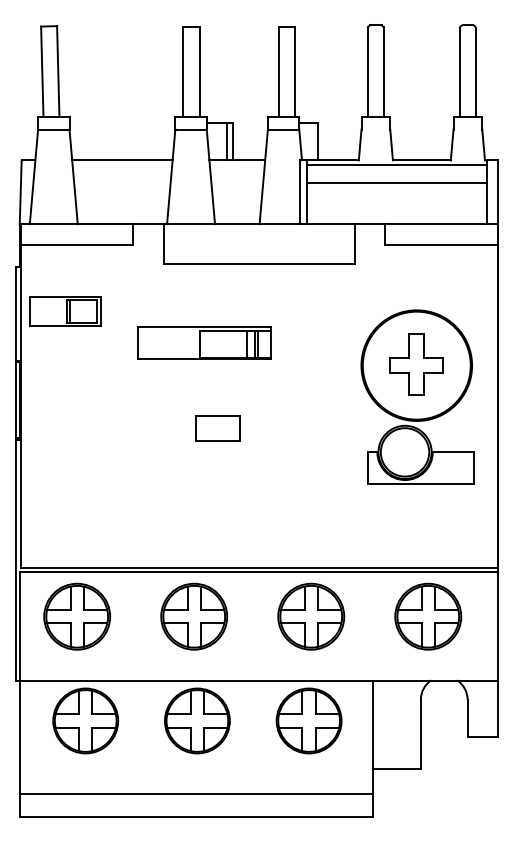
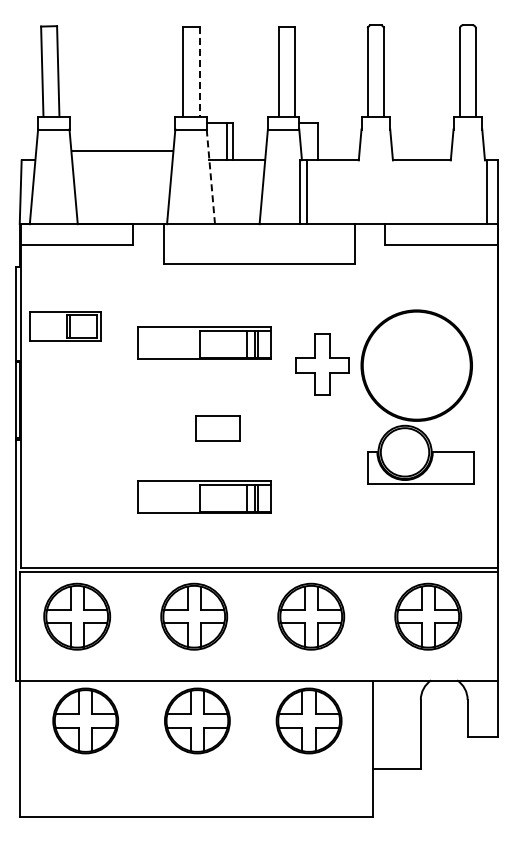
line at (199, 71): solid -> dashed
line at (122, 160) position: (122, 160) -> (122, 151)
line at (396, 165): present -> none
line at (210, 176): solid -> dashed
line at (396, 182): present -> none
part at (65, 311) position: (65, 311) -> (65, 326)
part at (416, 364) position: (416, 364) -> (322, 364)
part at (204, 496): none -> present
line at (195, 794): present -> none
